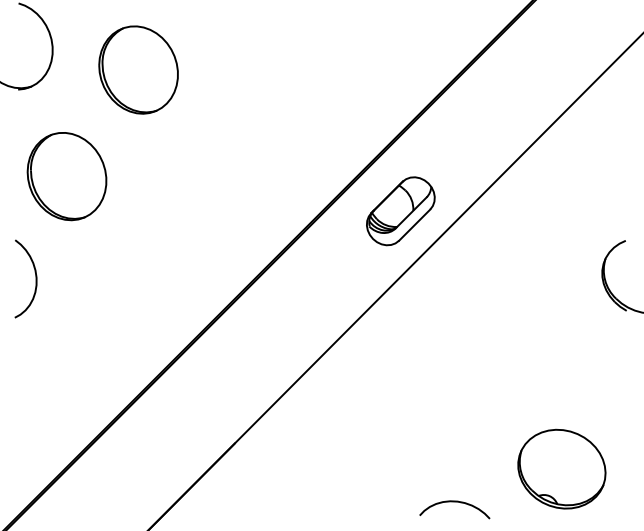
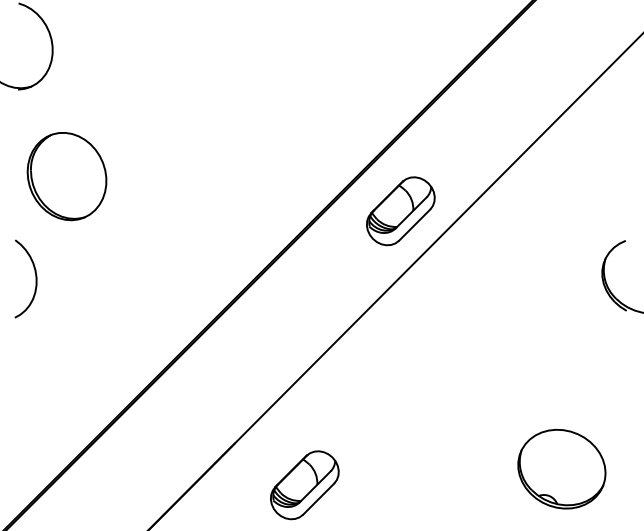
part at (138, 69): present -> none
part at (304, 485): none -> present
curve at (454, 502): present -> none
